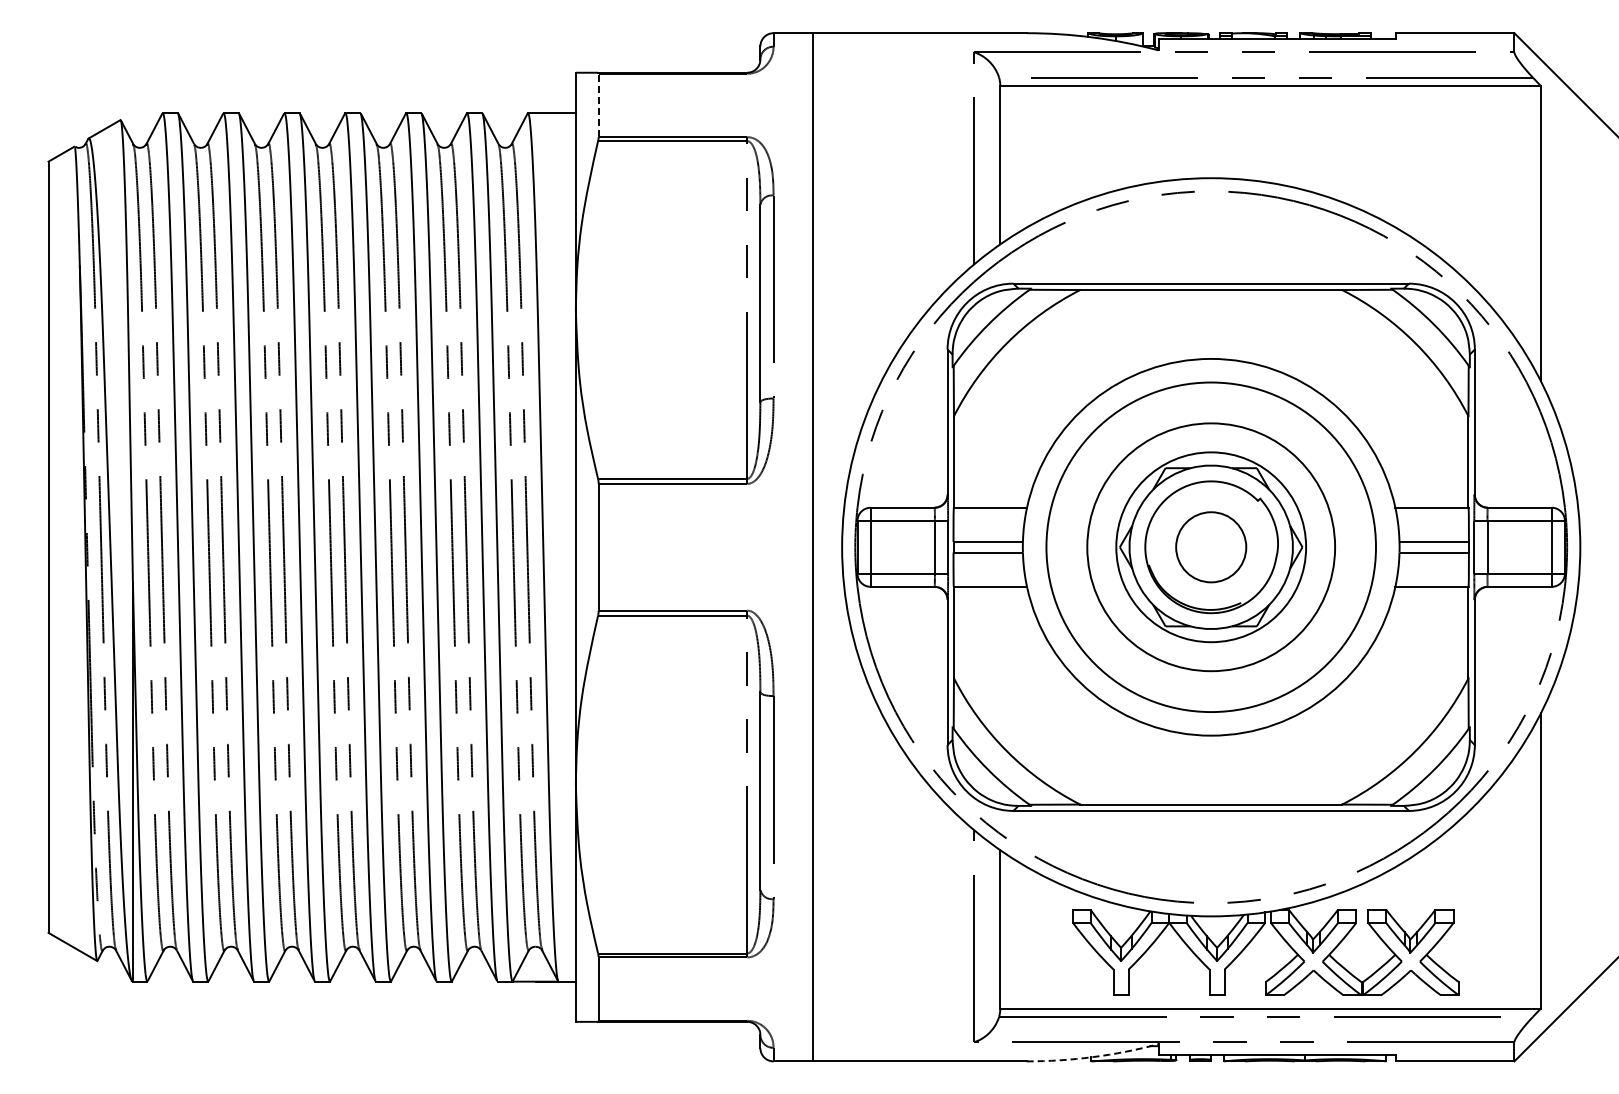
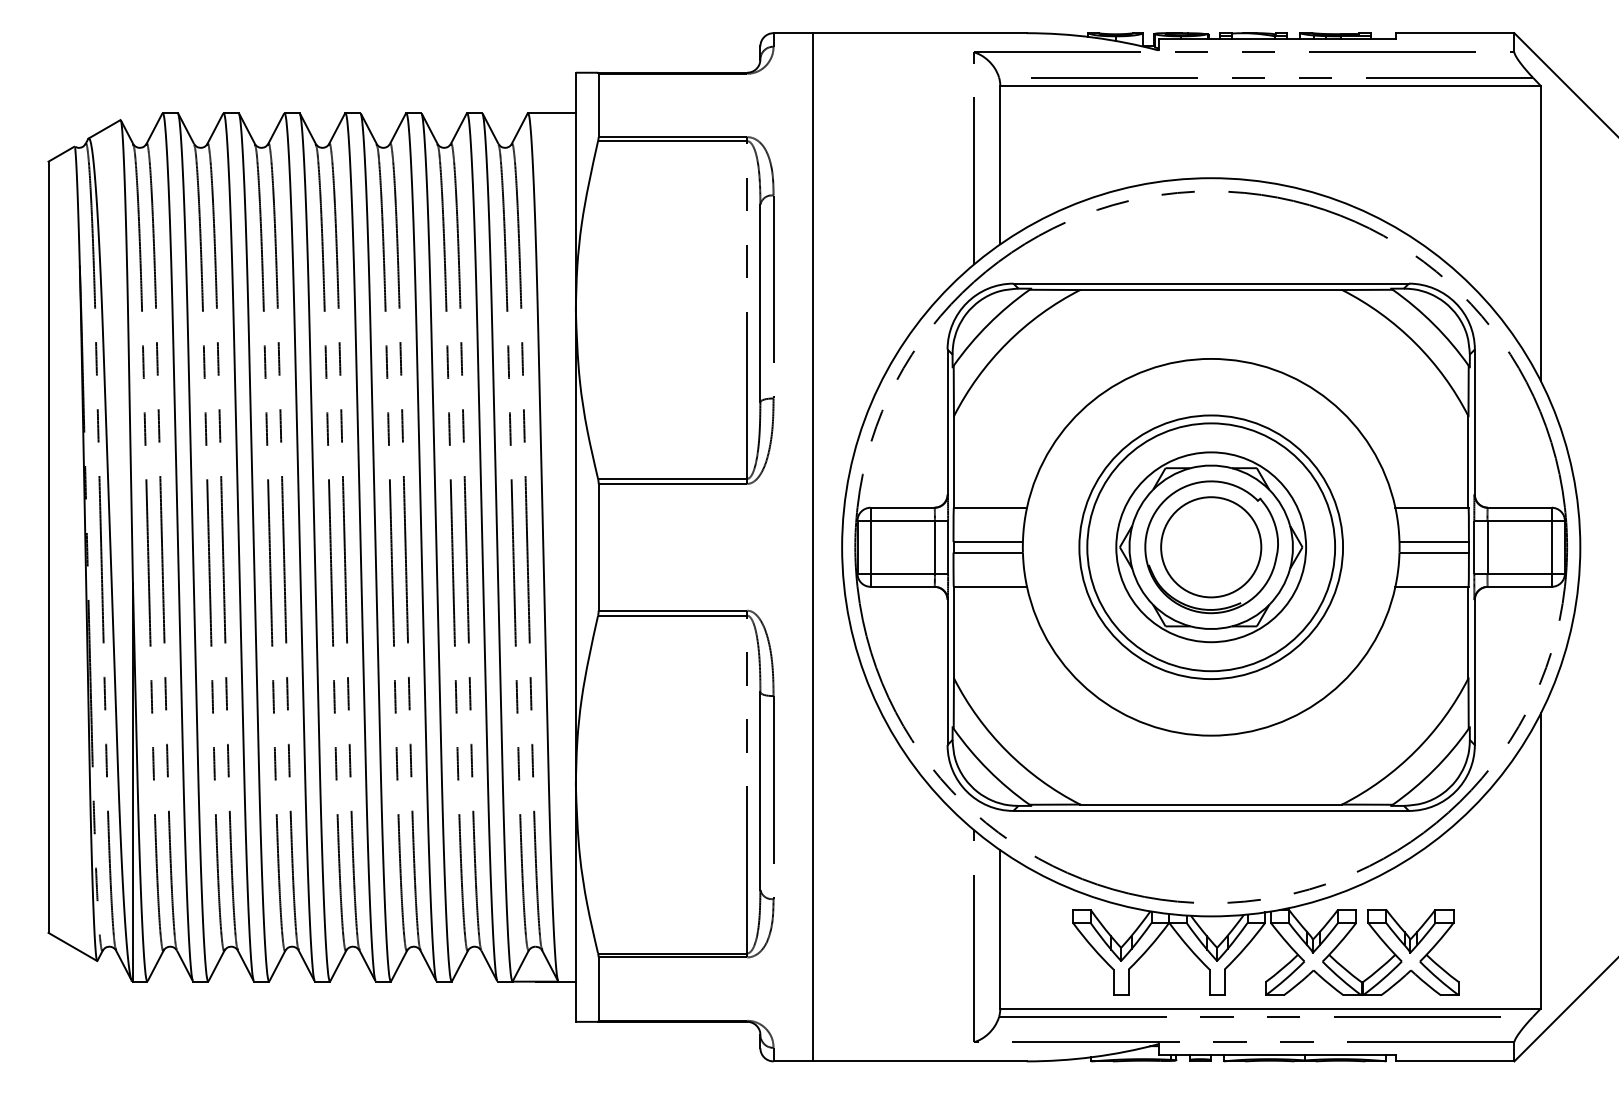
line at (598, 105): dashed -> solid
circle at (1210, 547) diameter: 330 px -> 264 px
circle at (1211, 547) diameter: 70 px -> 100 px
arc at (1093, 1057): dashed -> solid
